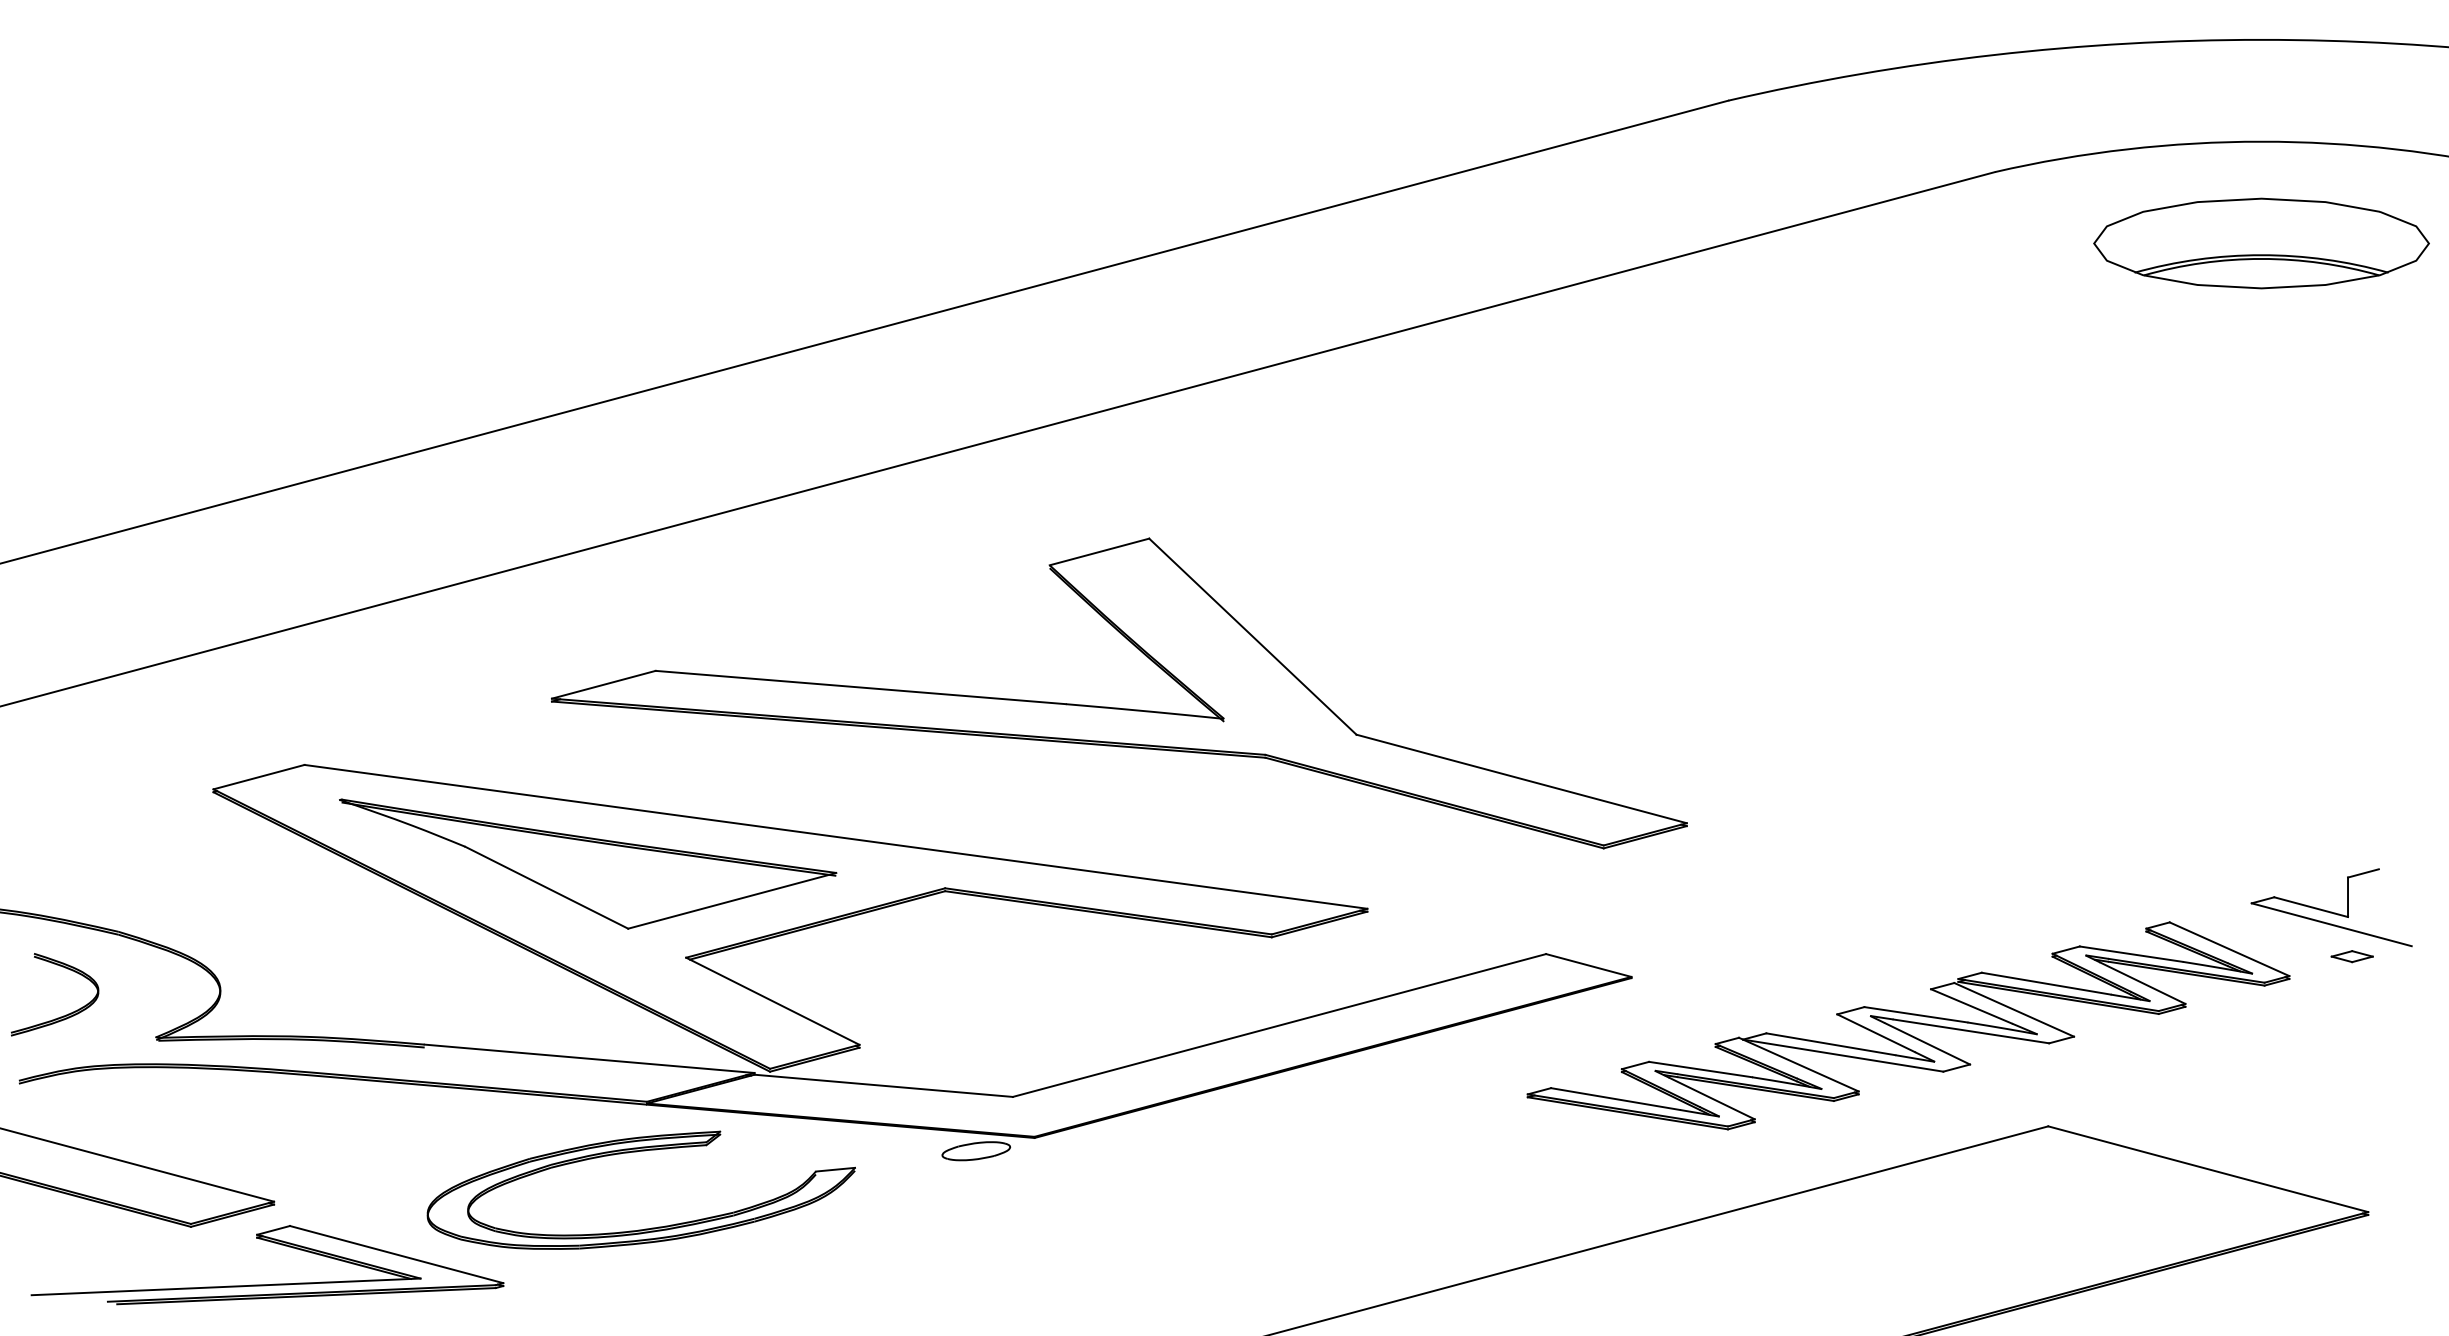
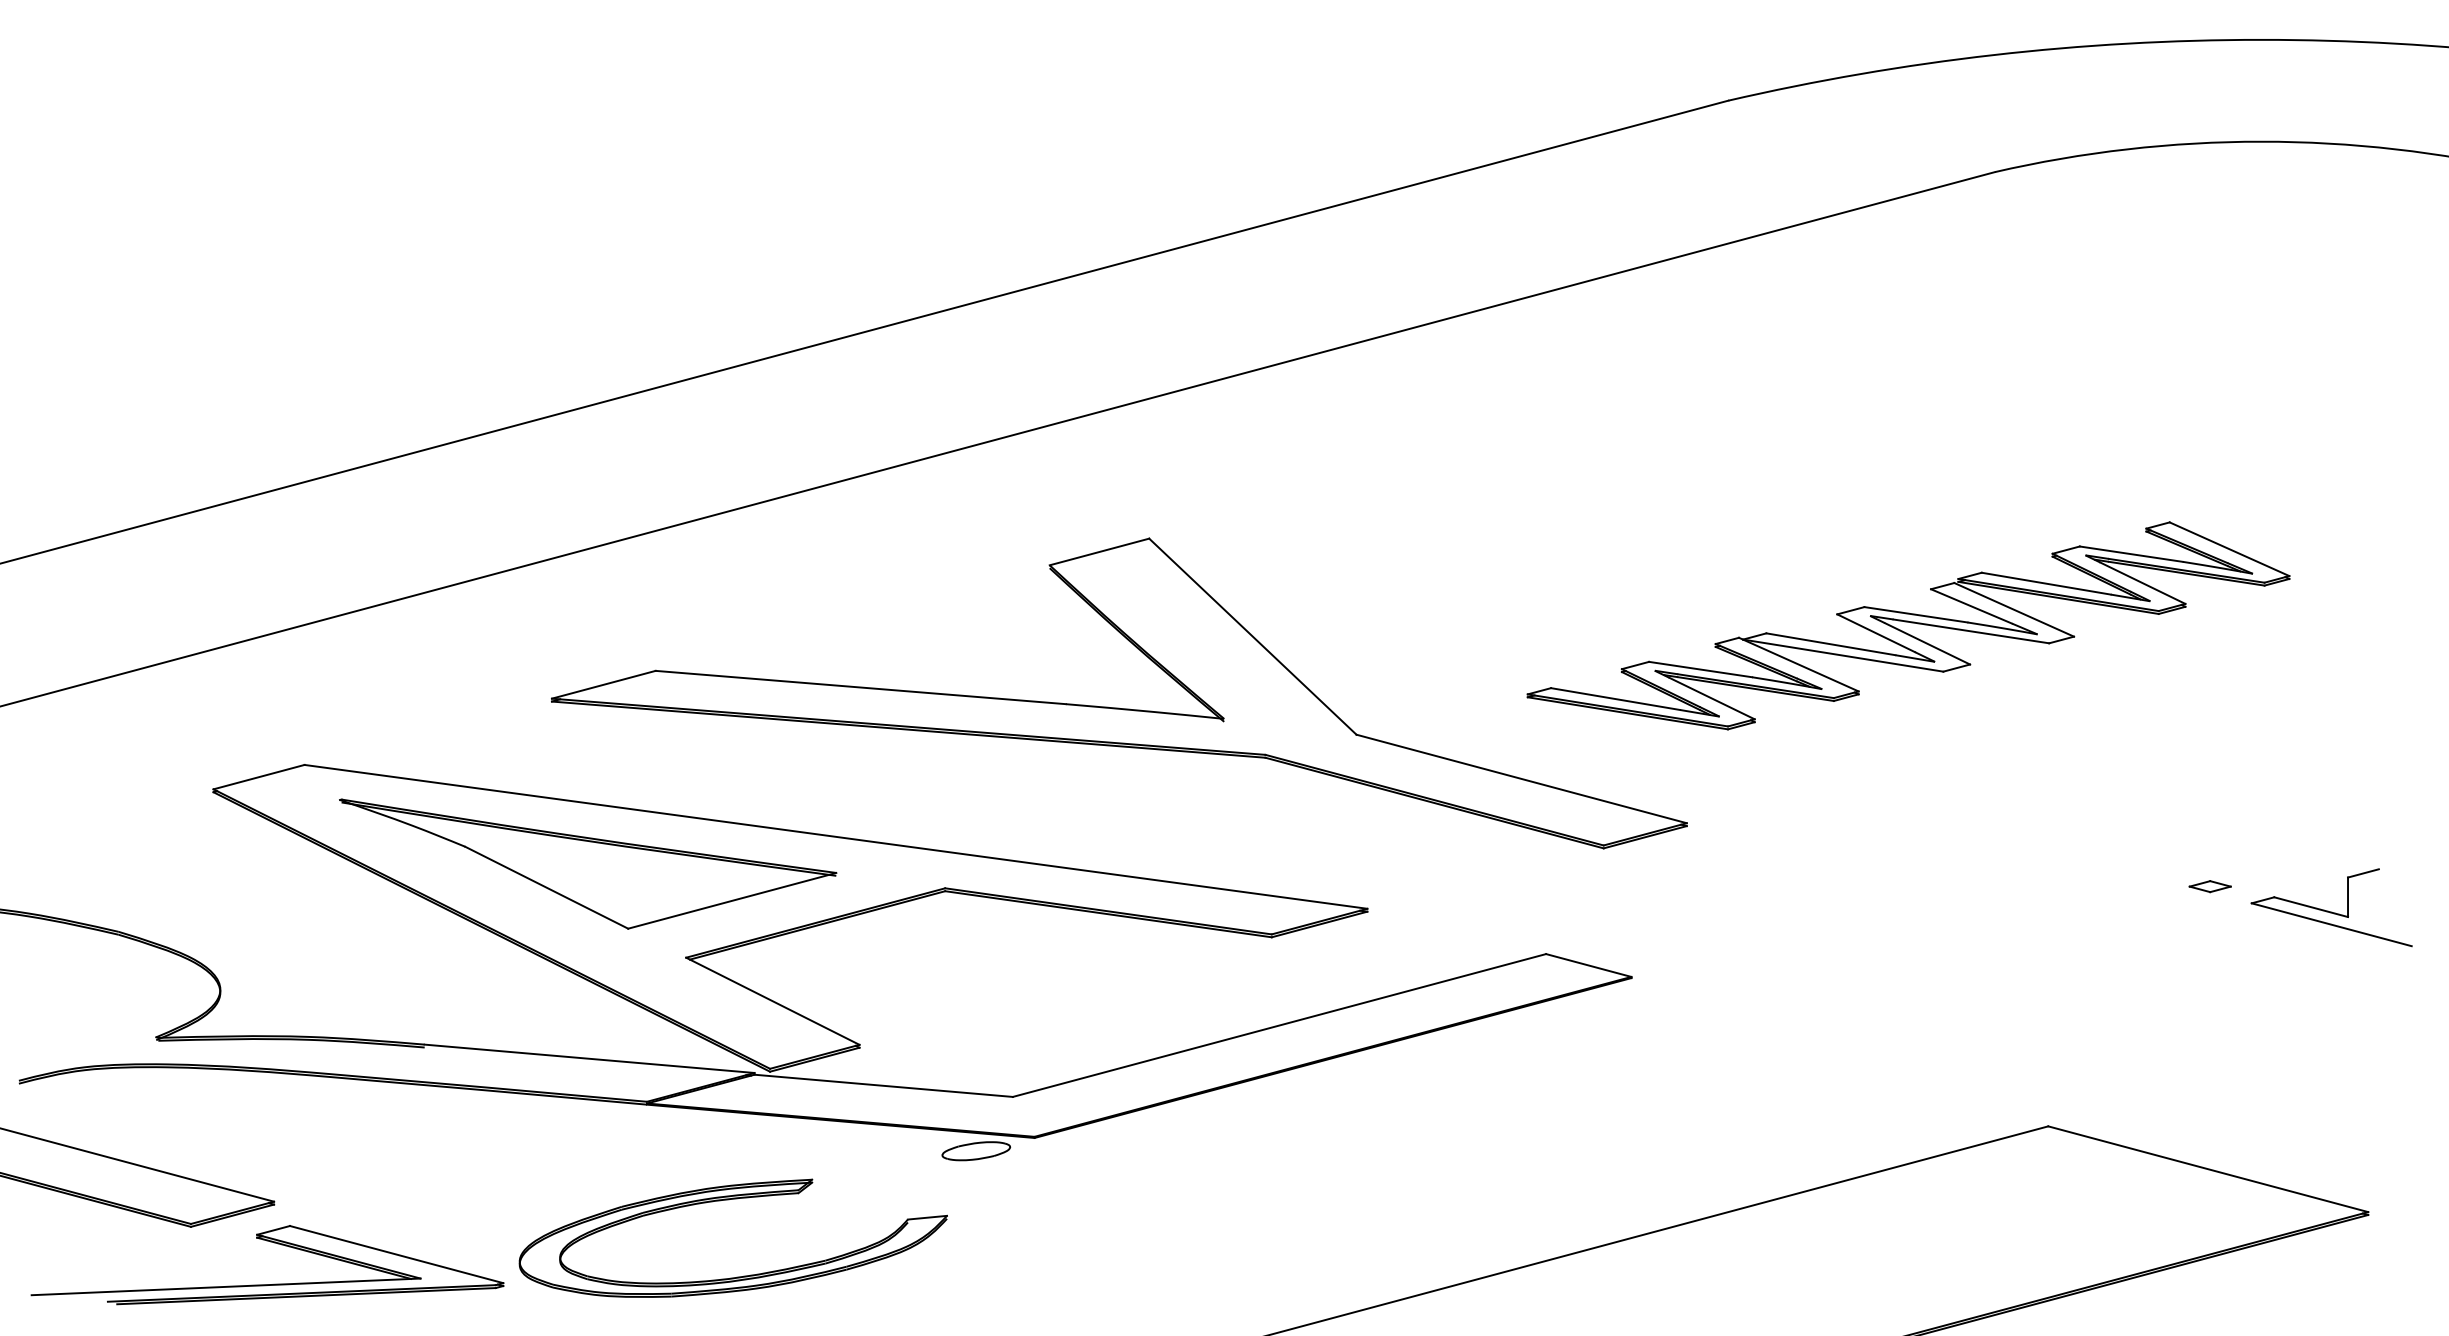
part at (2261, 243): present -> none
part at (2351, 956) position: (2351, 956) -> (2209, 886)
part at (60, 1016): present -> none
part at (1908, 1025) position: (1908, 1025) -> (1908, 625)
part at (637, 1152) position: (637, 1152) -> (729, 1200)
